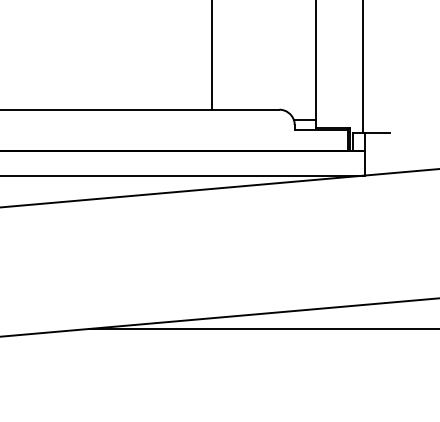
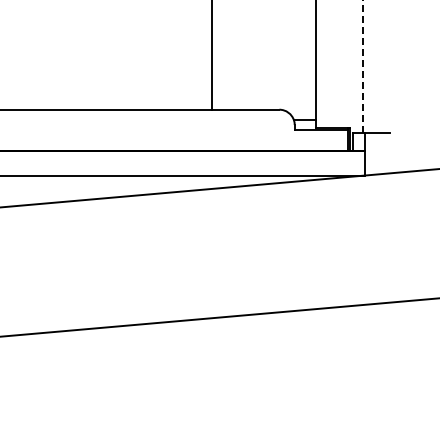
line at (362, 66): solid -> dashed
line at (262, 328): present -> none
